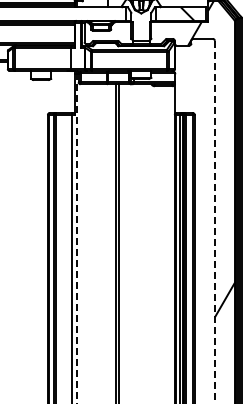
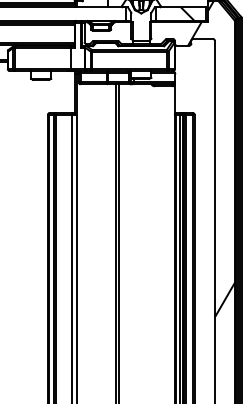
line at (214, 222): dashed -> solid
line at (76, 238): dashed -> solid
